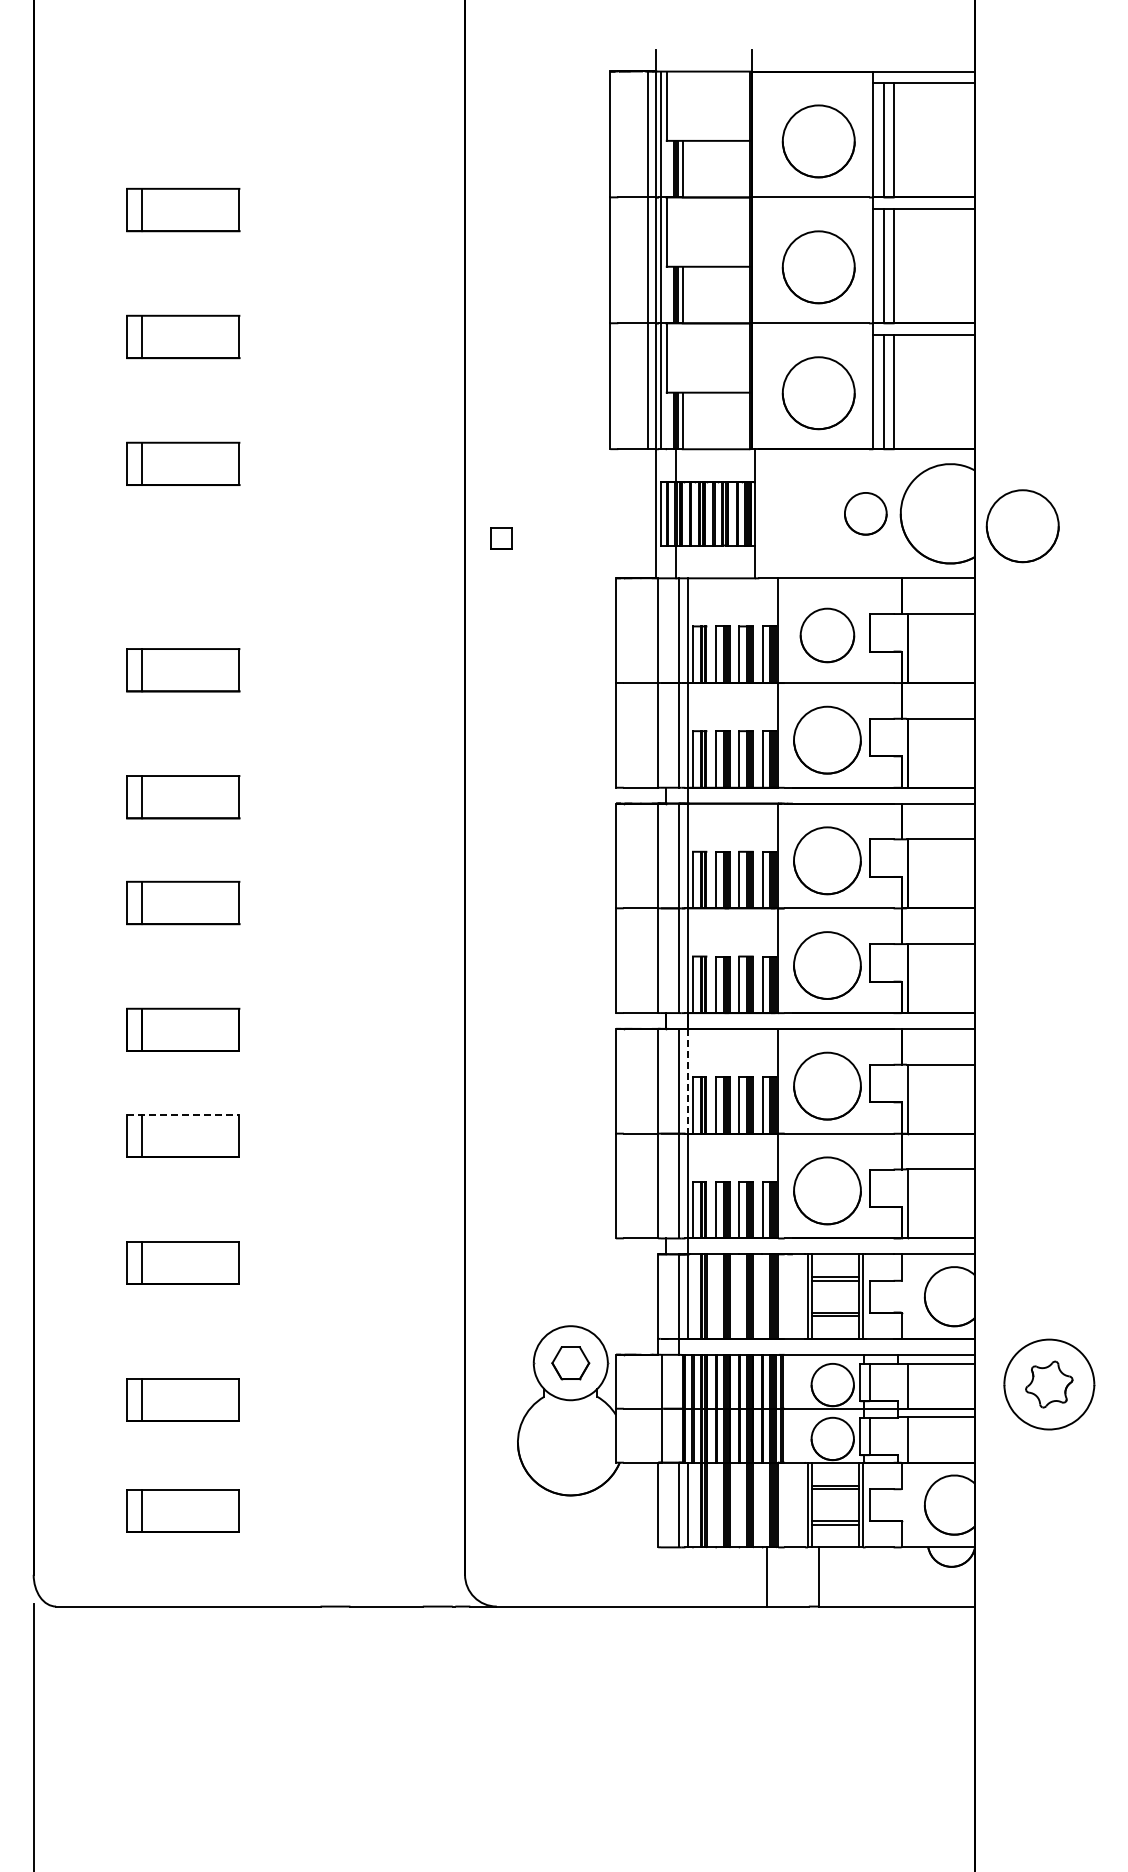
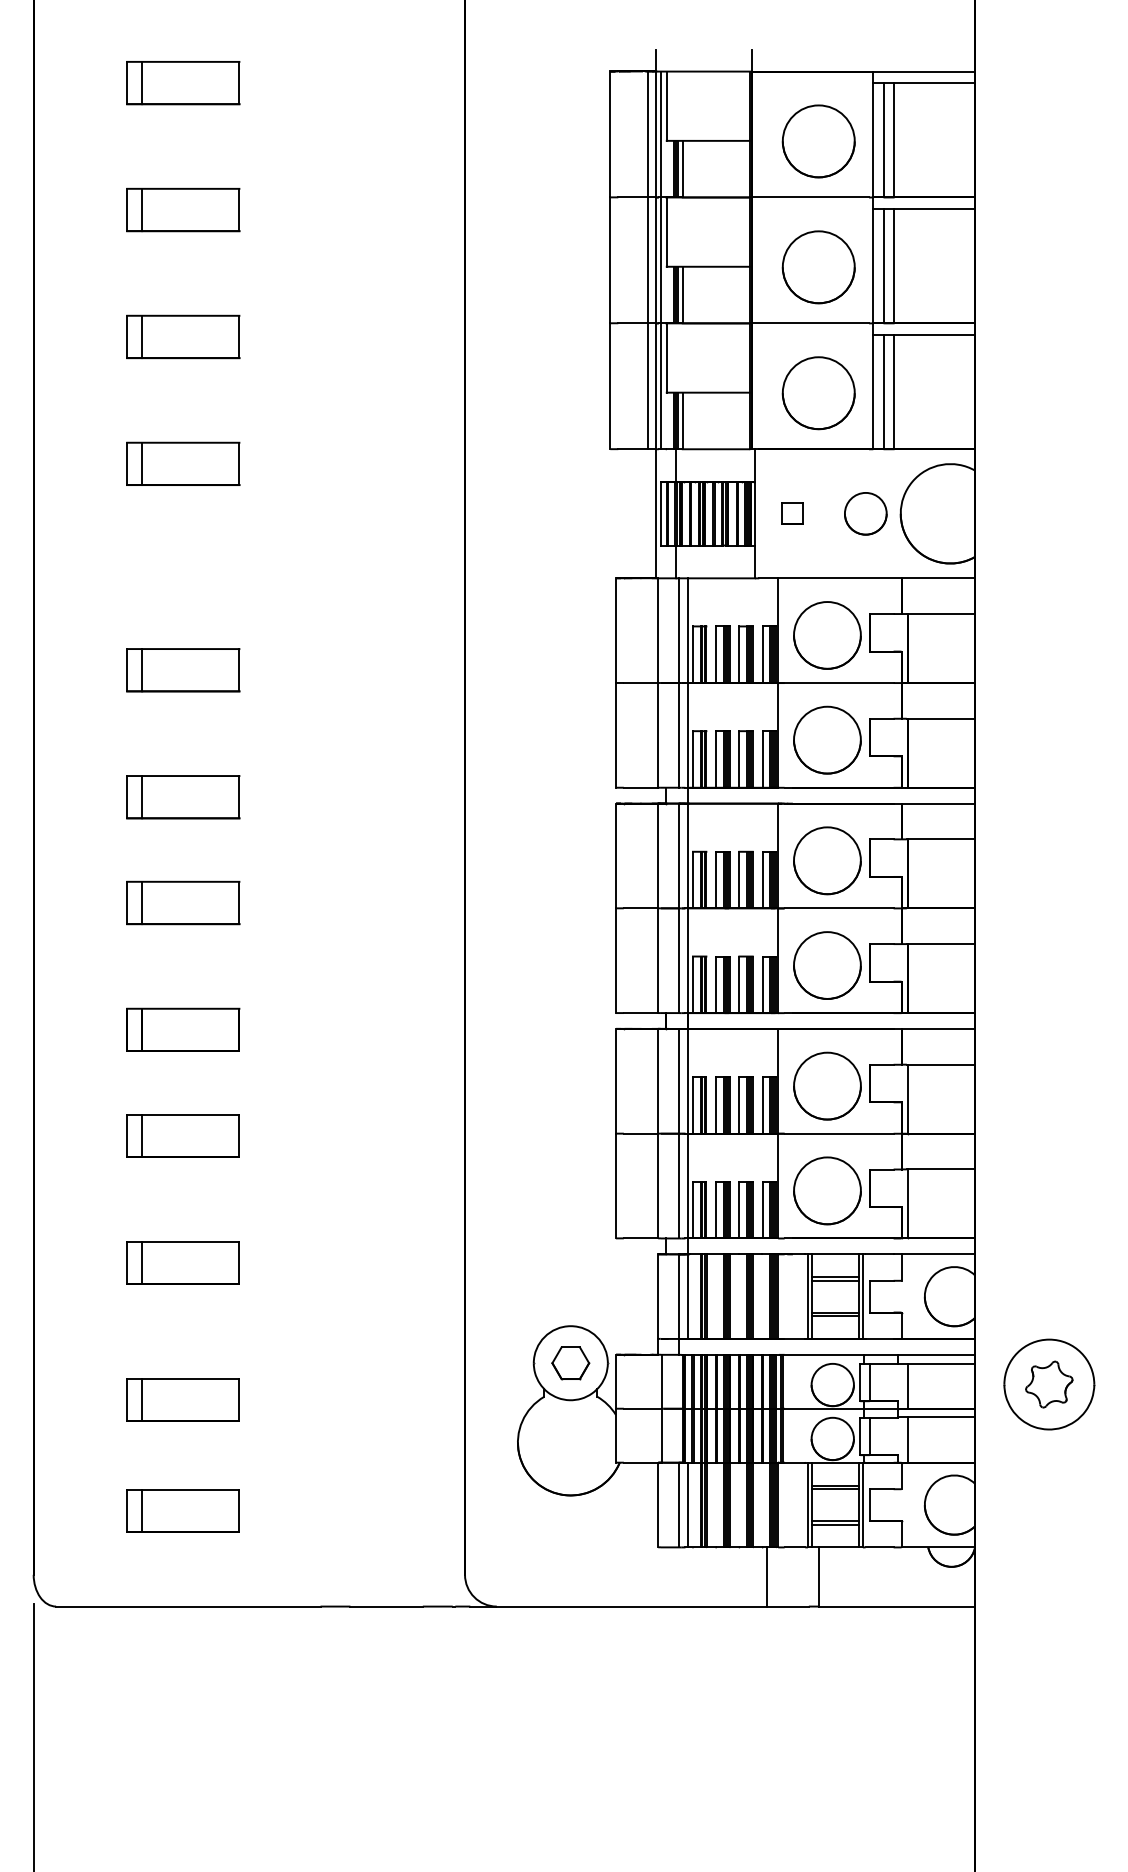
part at (183, 83): none -> present
part at (1022, 526): present -> none
part at (501, 538) position: (501, 538) -> (792, 513)
circle at (827, 635) size: 57x57 px -> 69x69 px
line at (687, 1081): dashed -> solid
line at (183, 1114): dashed -> solid
